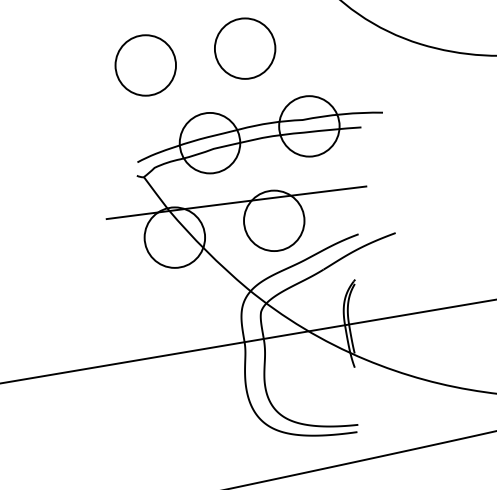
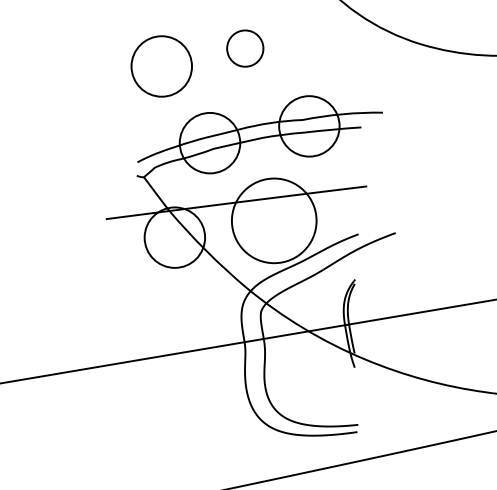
circle at (245, 48) size: 63x63 px -> 39x39 px
circle at (145, 65) position: (145, 65) -> (161, 66)
circle at (274, 220) diameter: 60 px -> 85 px
